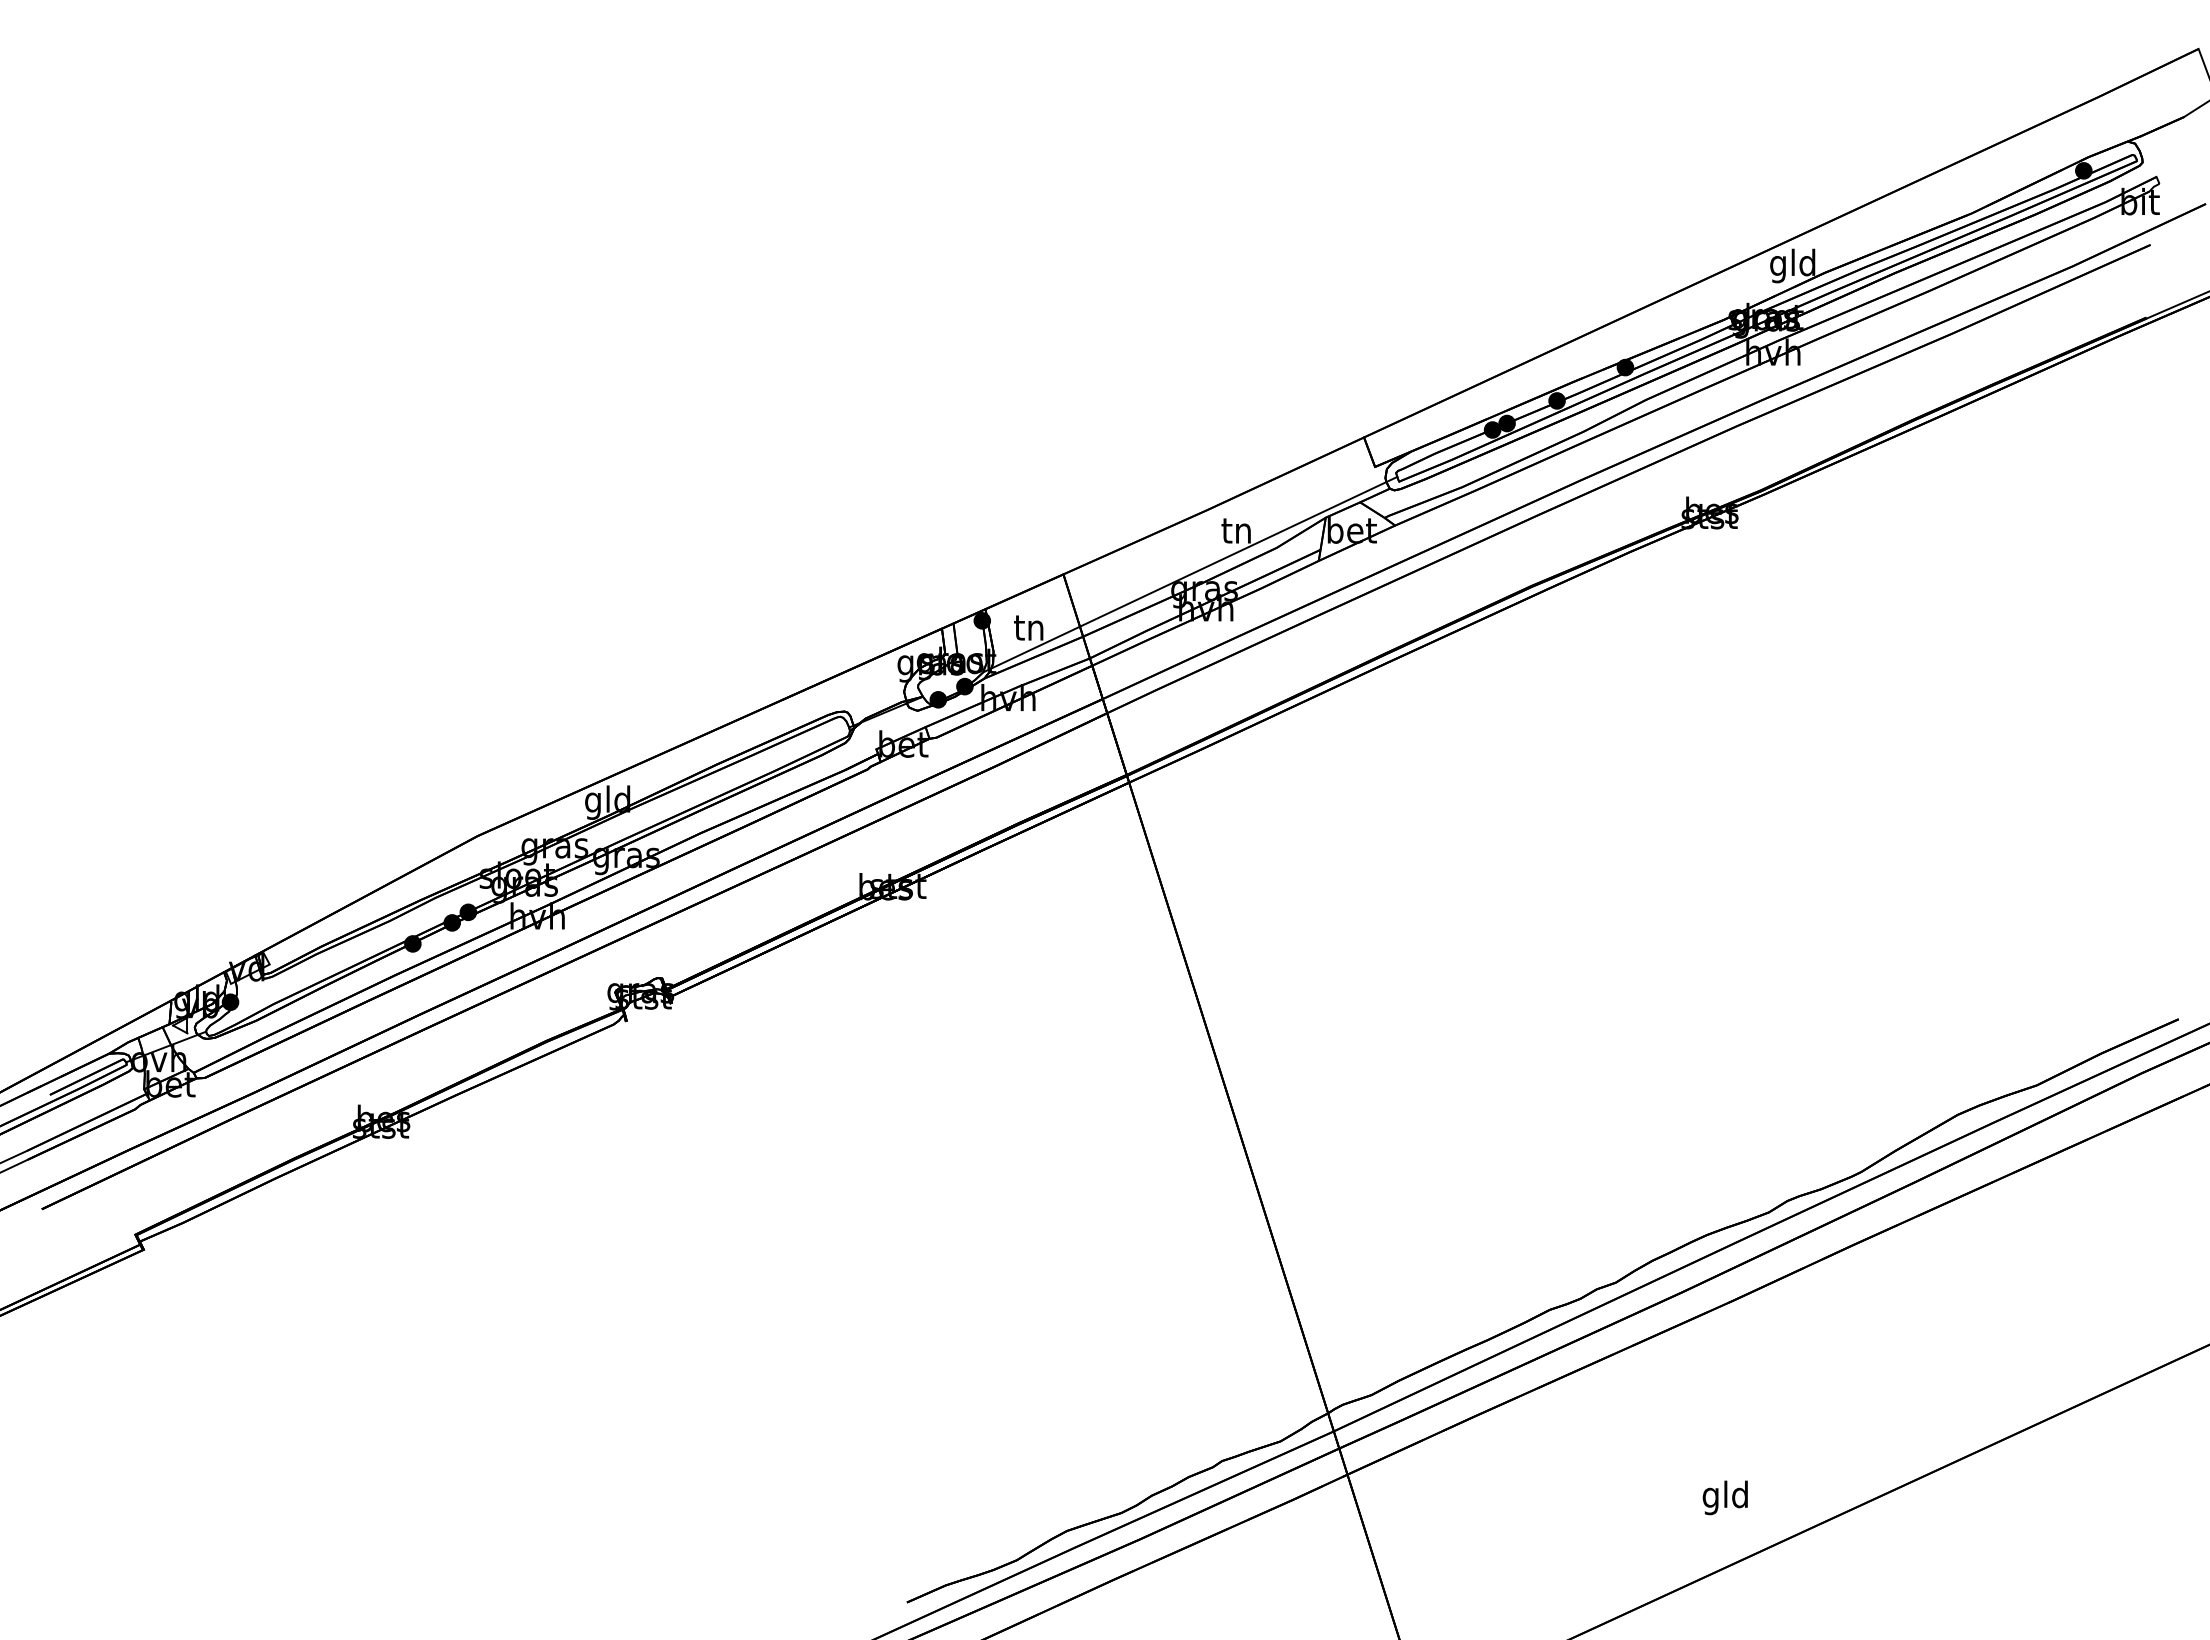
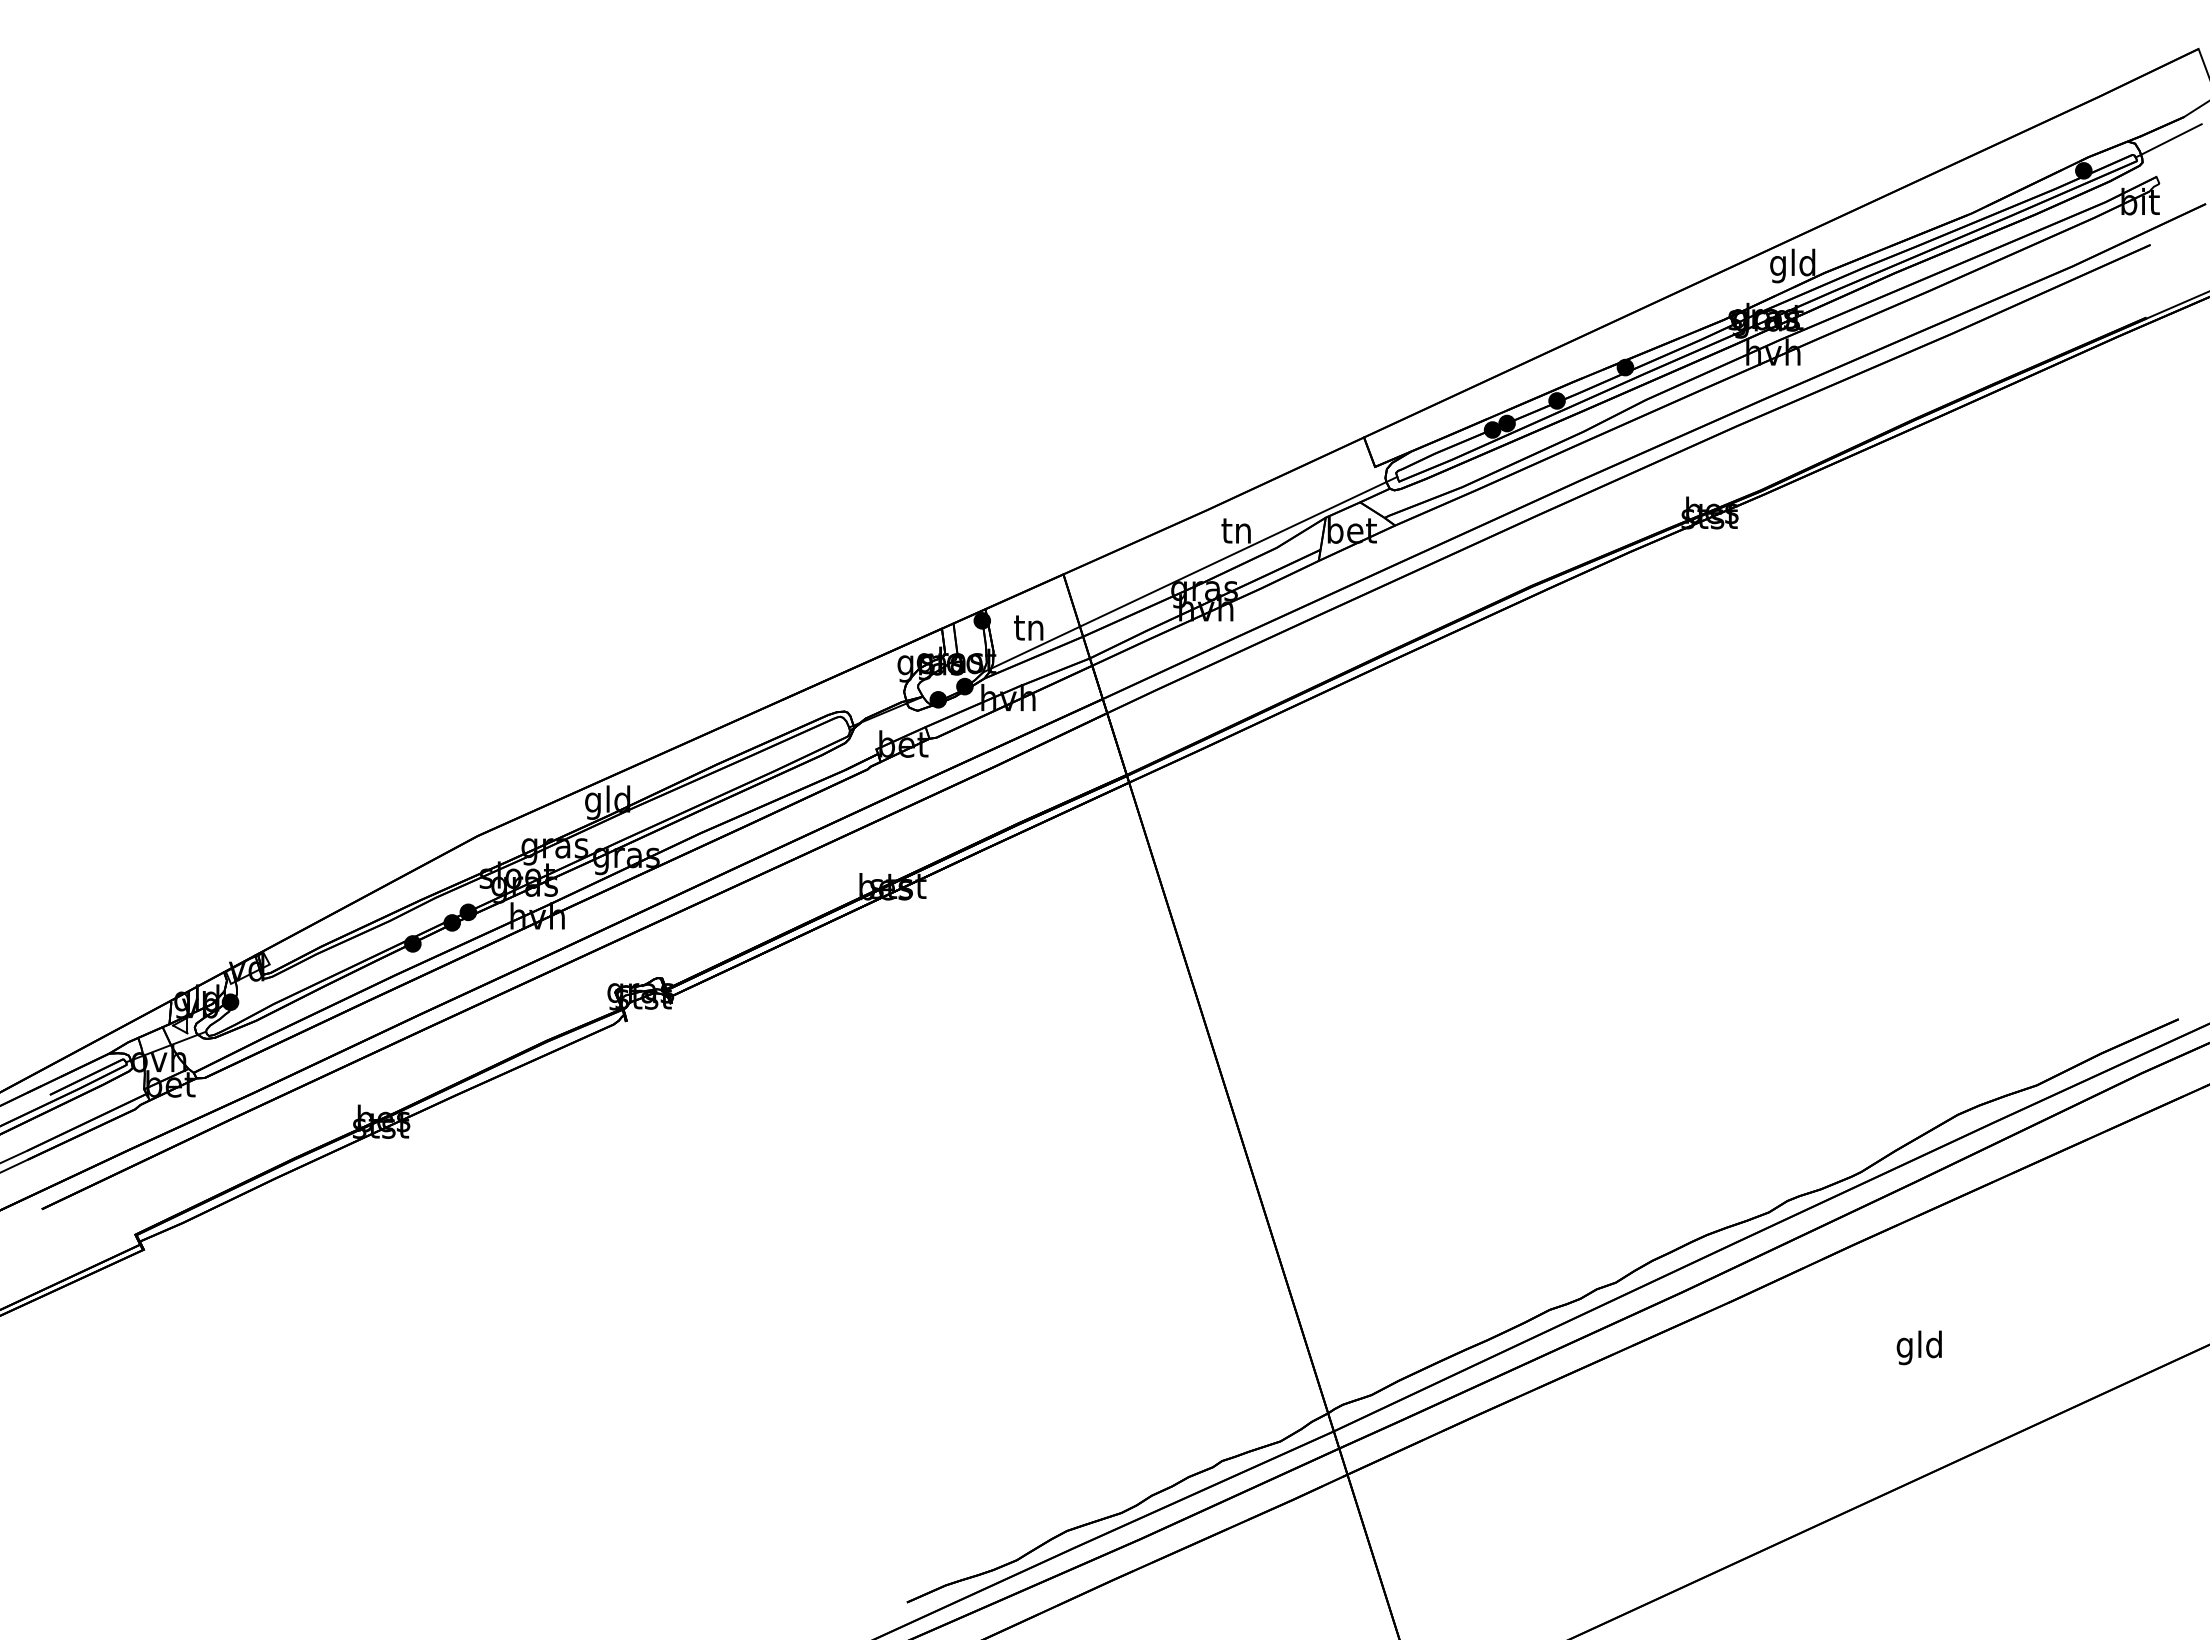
line at (2168, 140): none -> present
text at (1724, 1497) position: (1724, 1497) -> (1918, 1347)
